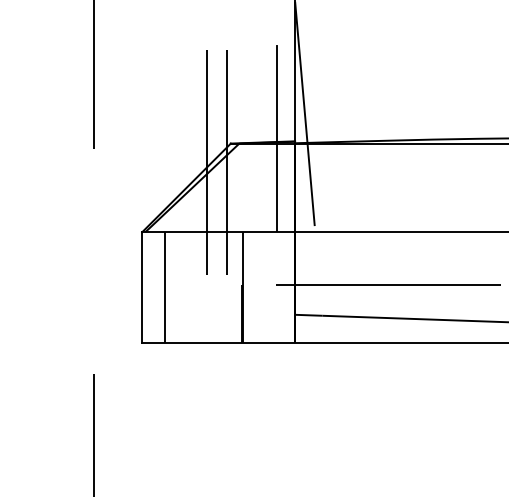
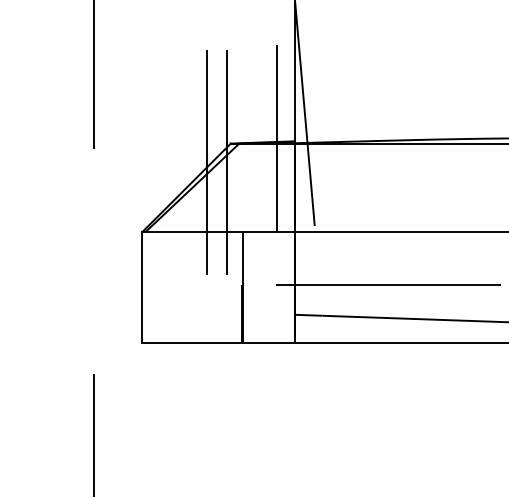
line at (165, 287): present -> none
